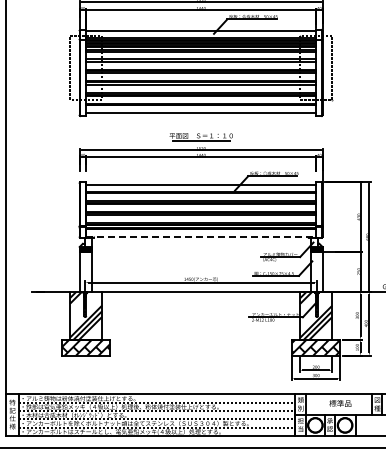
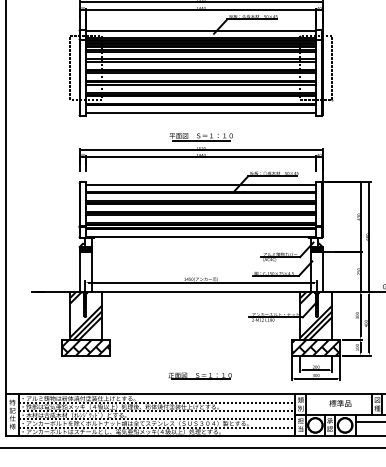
line at (201, 236): dashed -> solid
part at (199, 375): none -> present
line at (368, 421): none -> present
